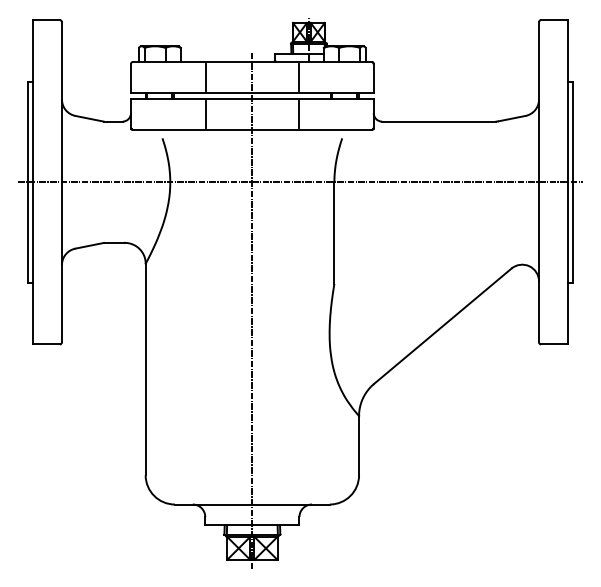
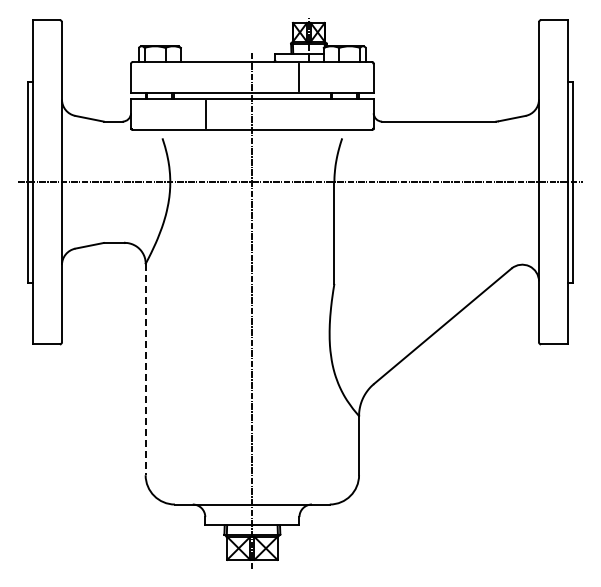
line at (206, 77): present -> none
line at (298, 113): present -> none
line at (145, 369): solid -> dashed
